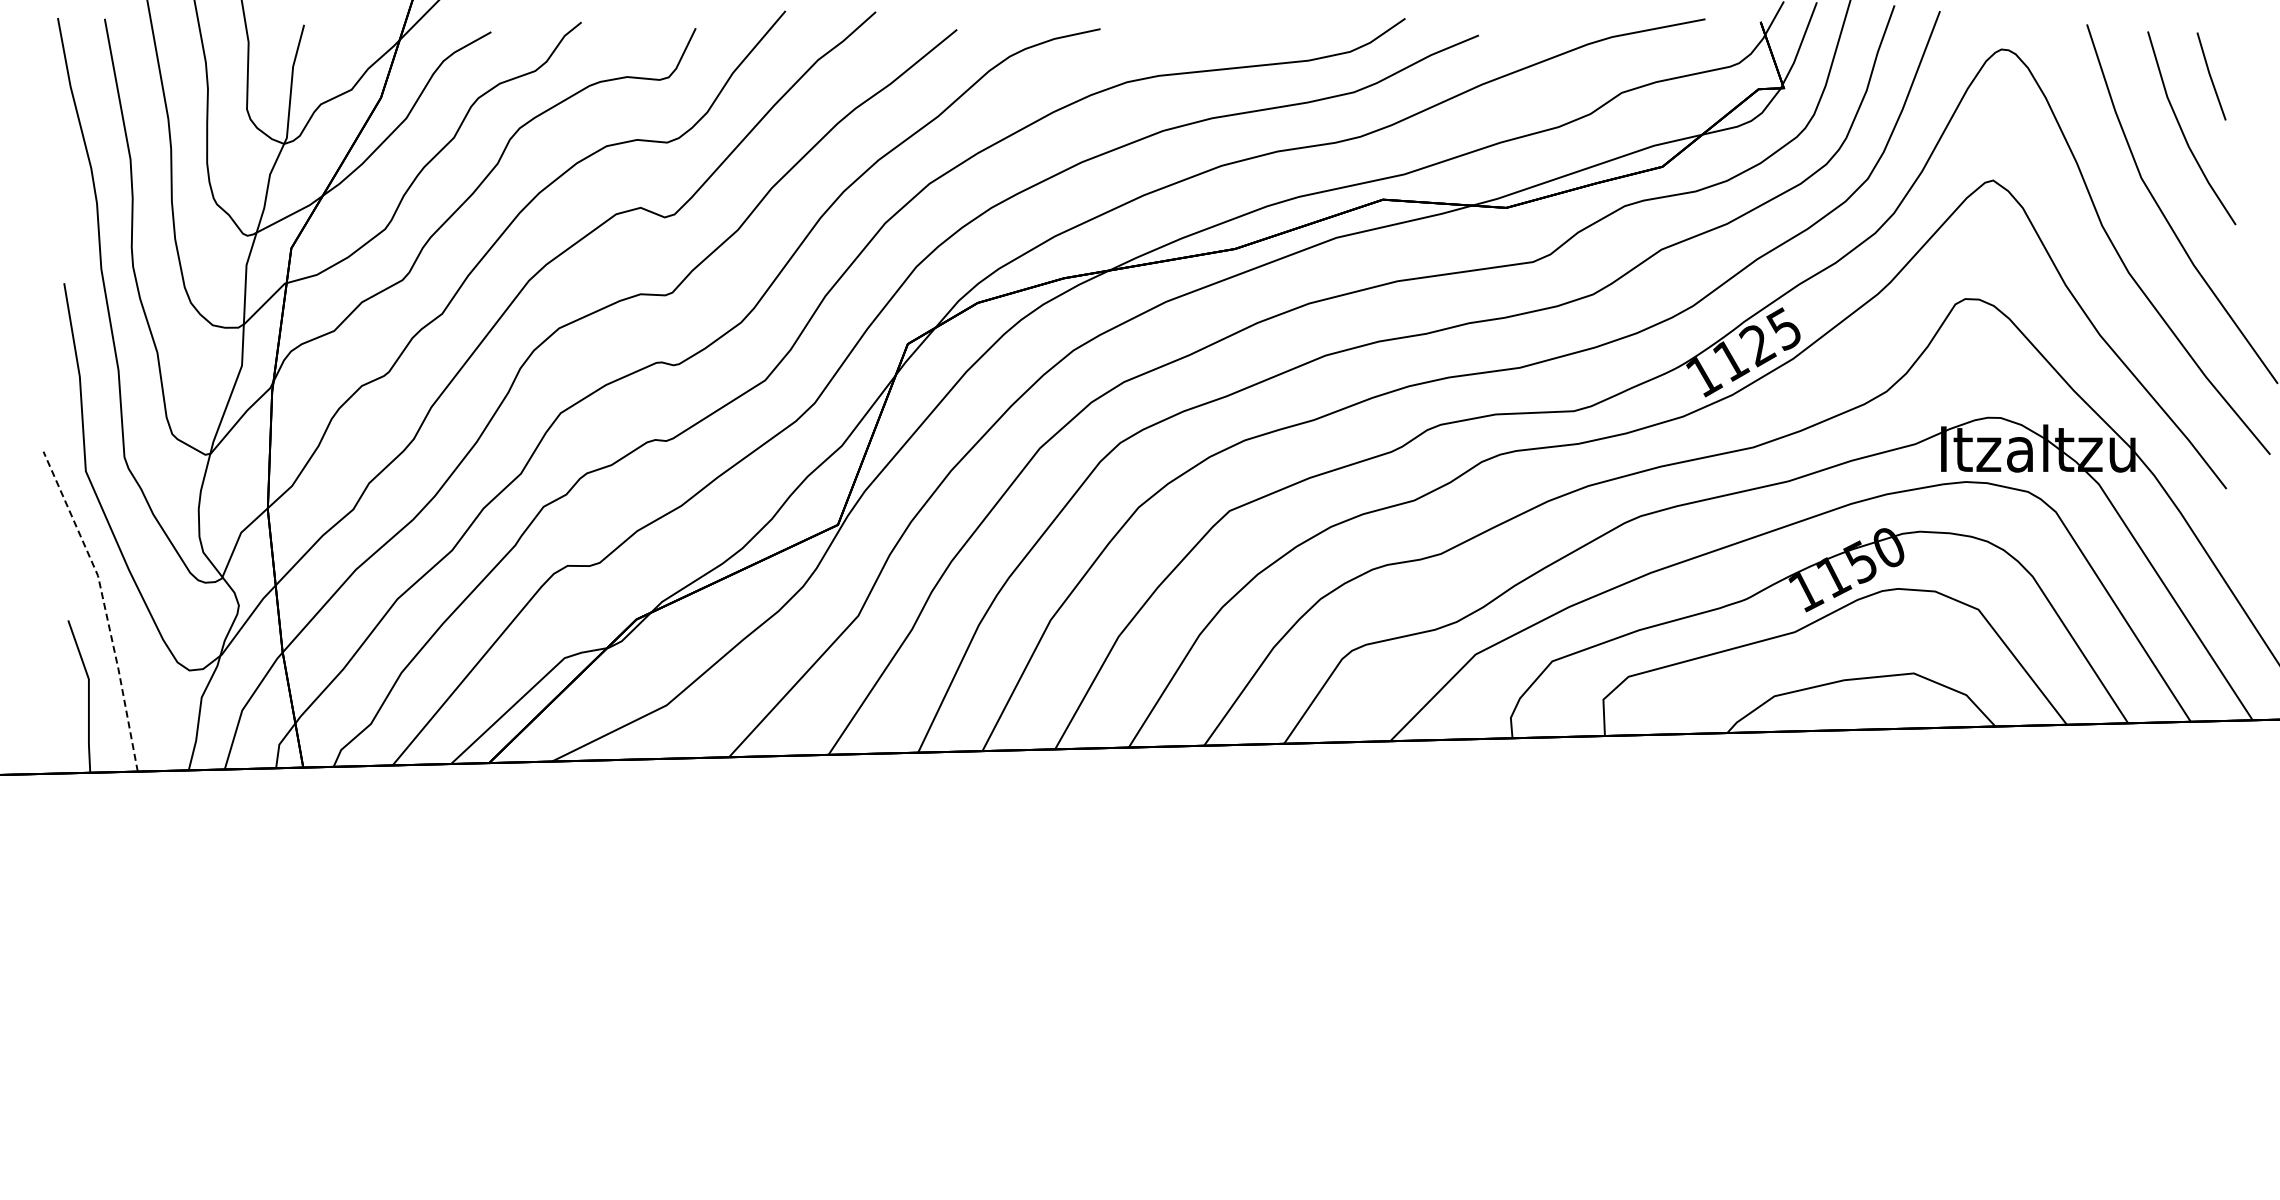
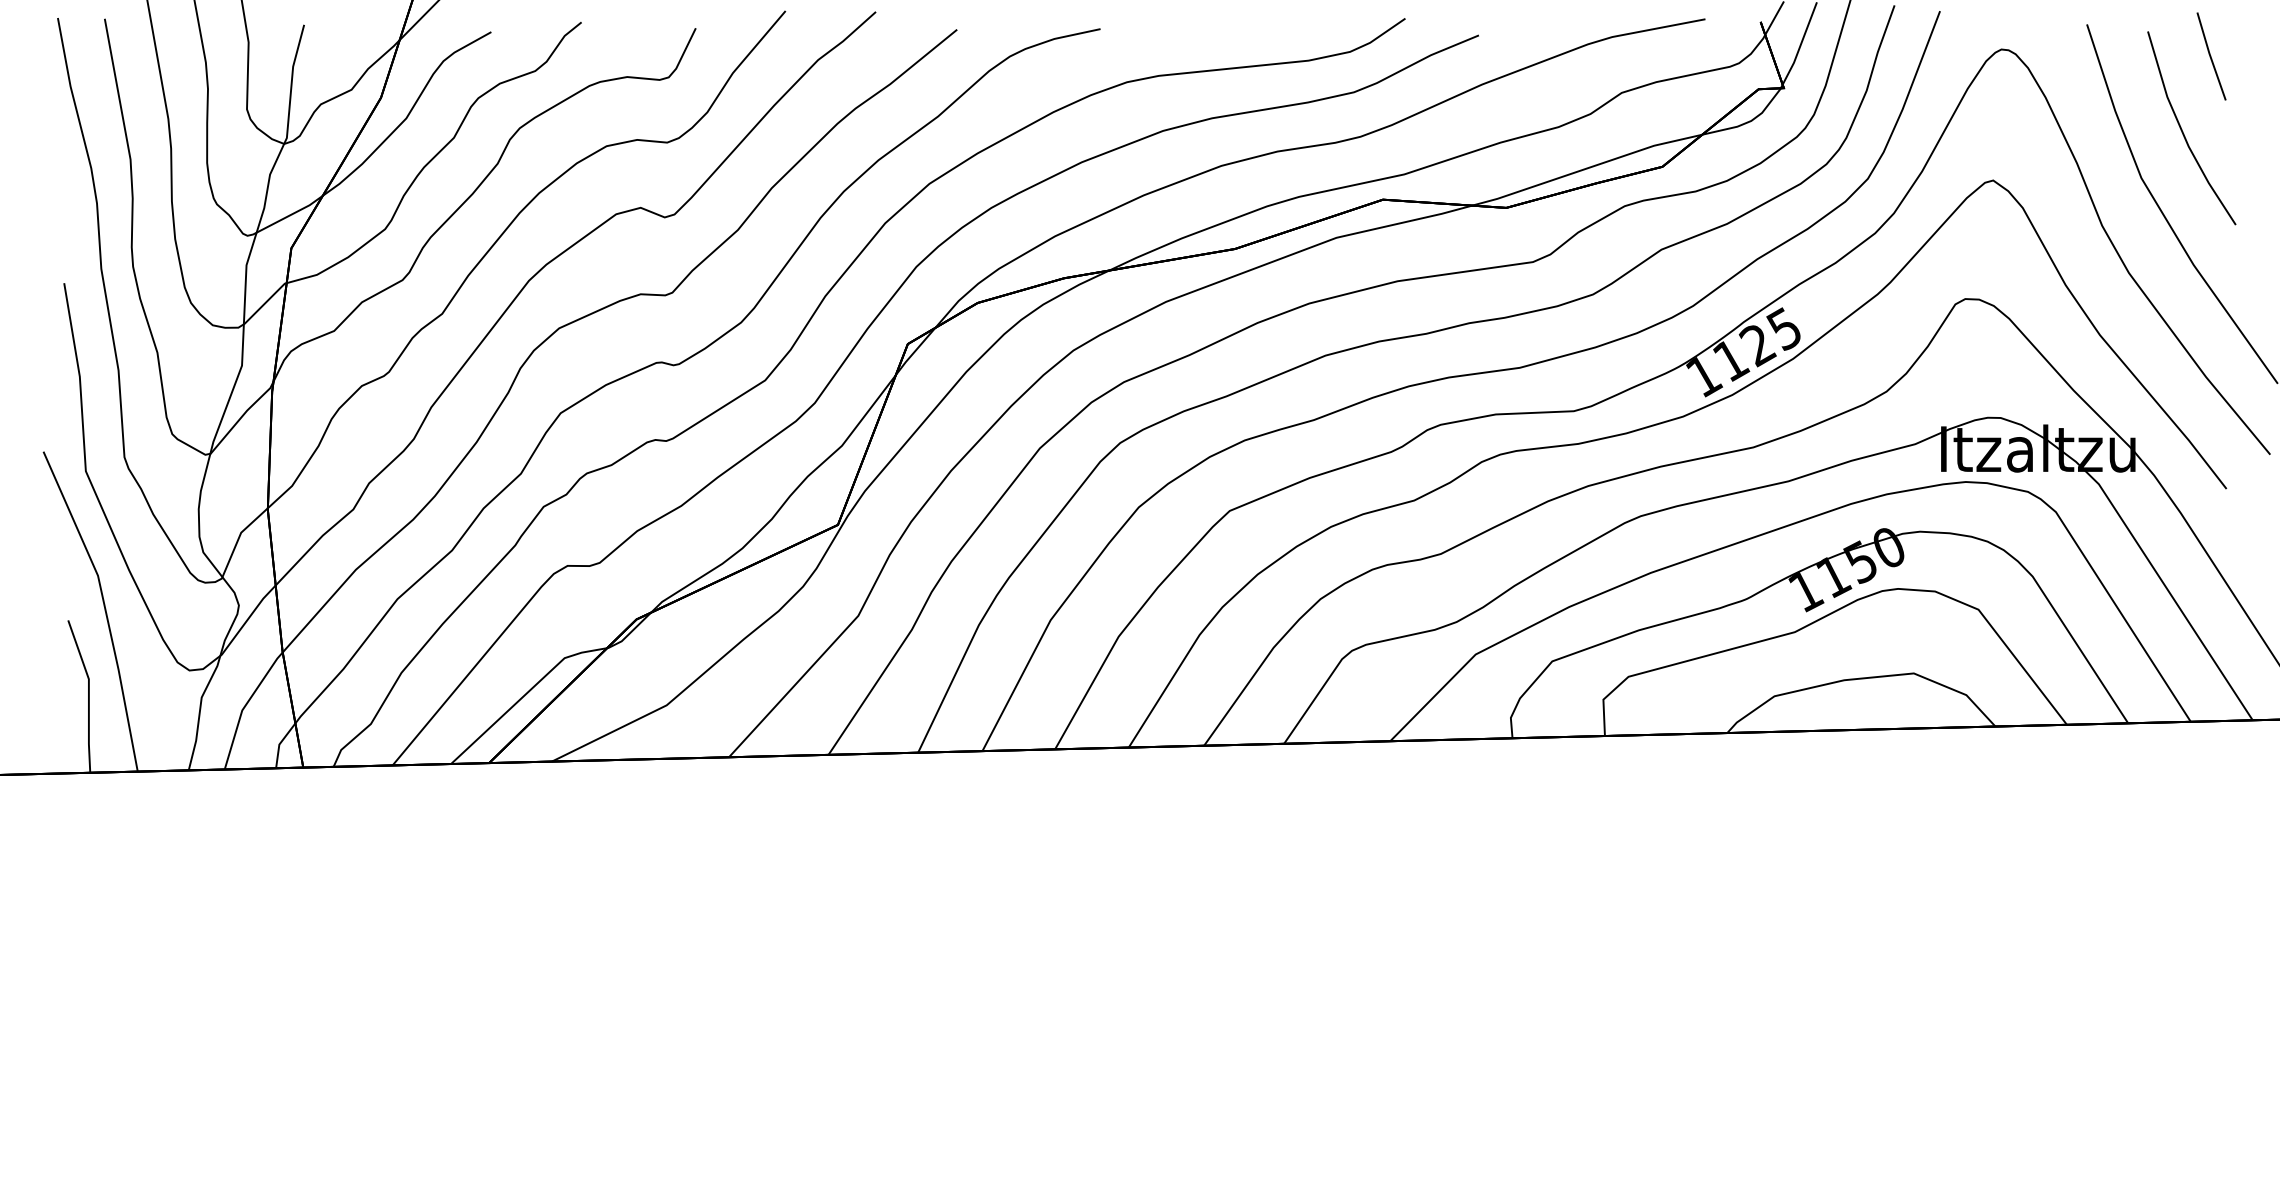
line at (2211, 76) position: (2211, 76) -> (2211, 56)
line at (104, 606): dashed -> solid
